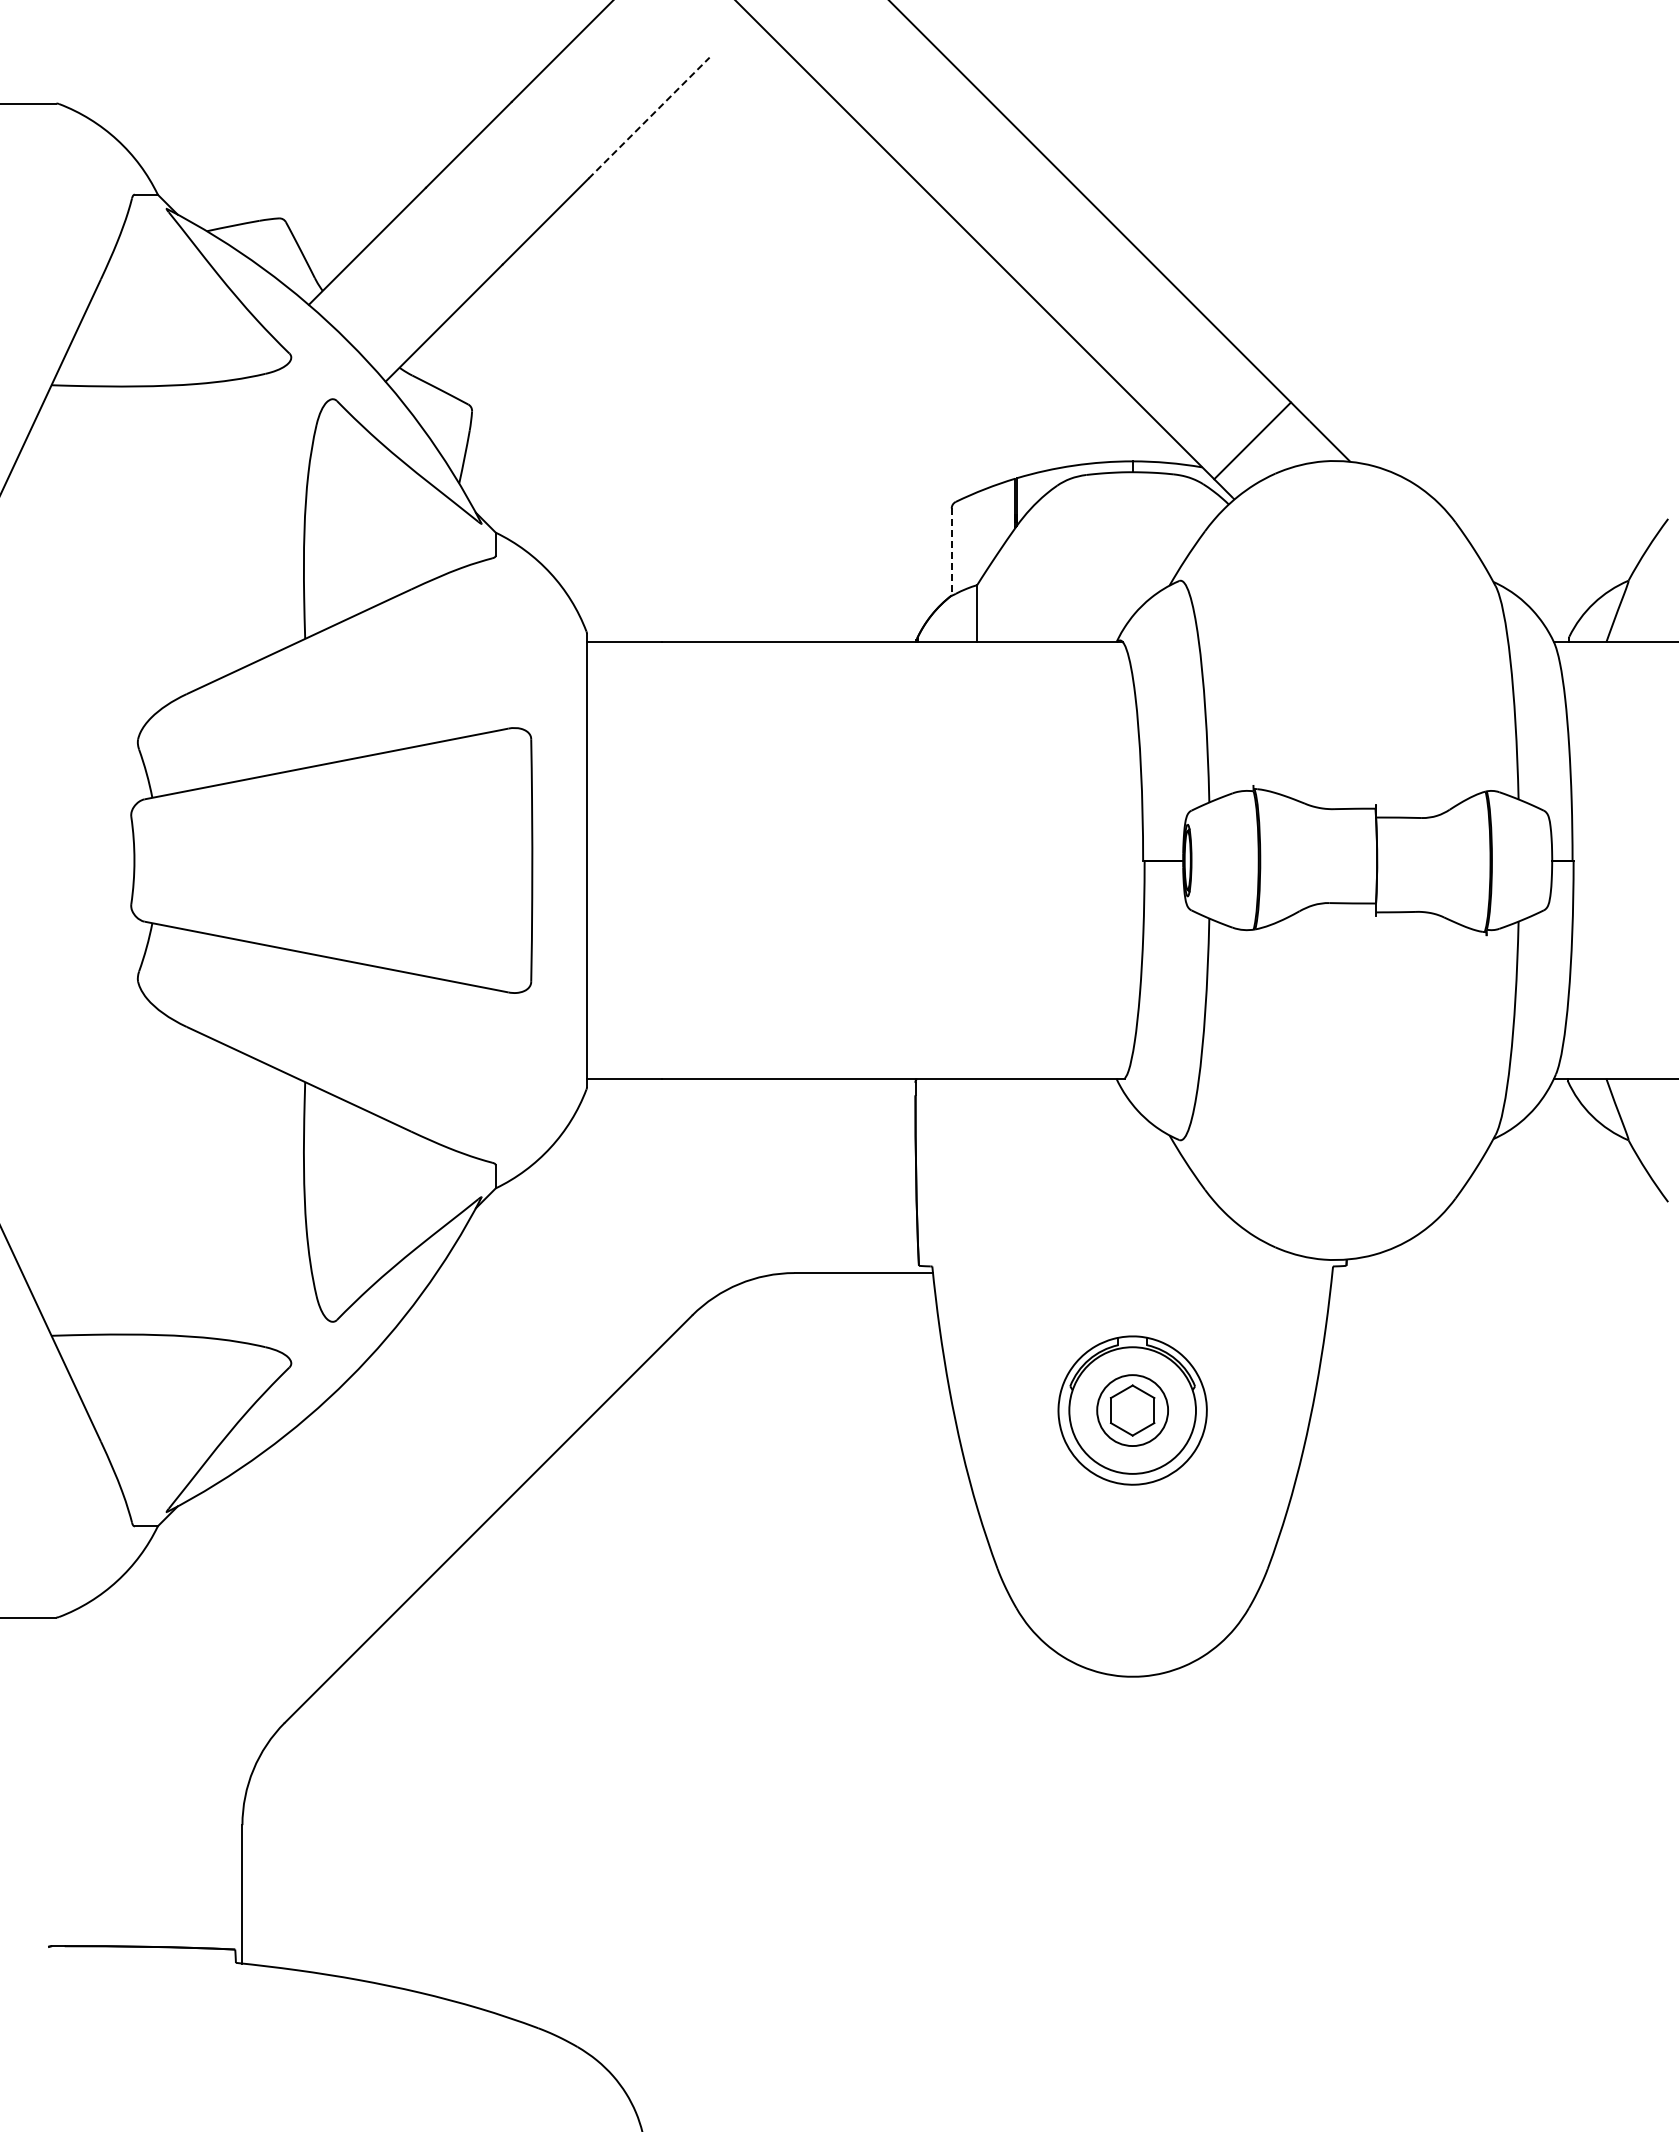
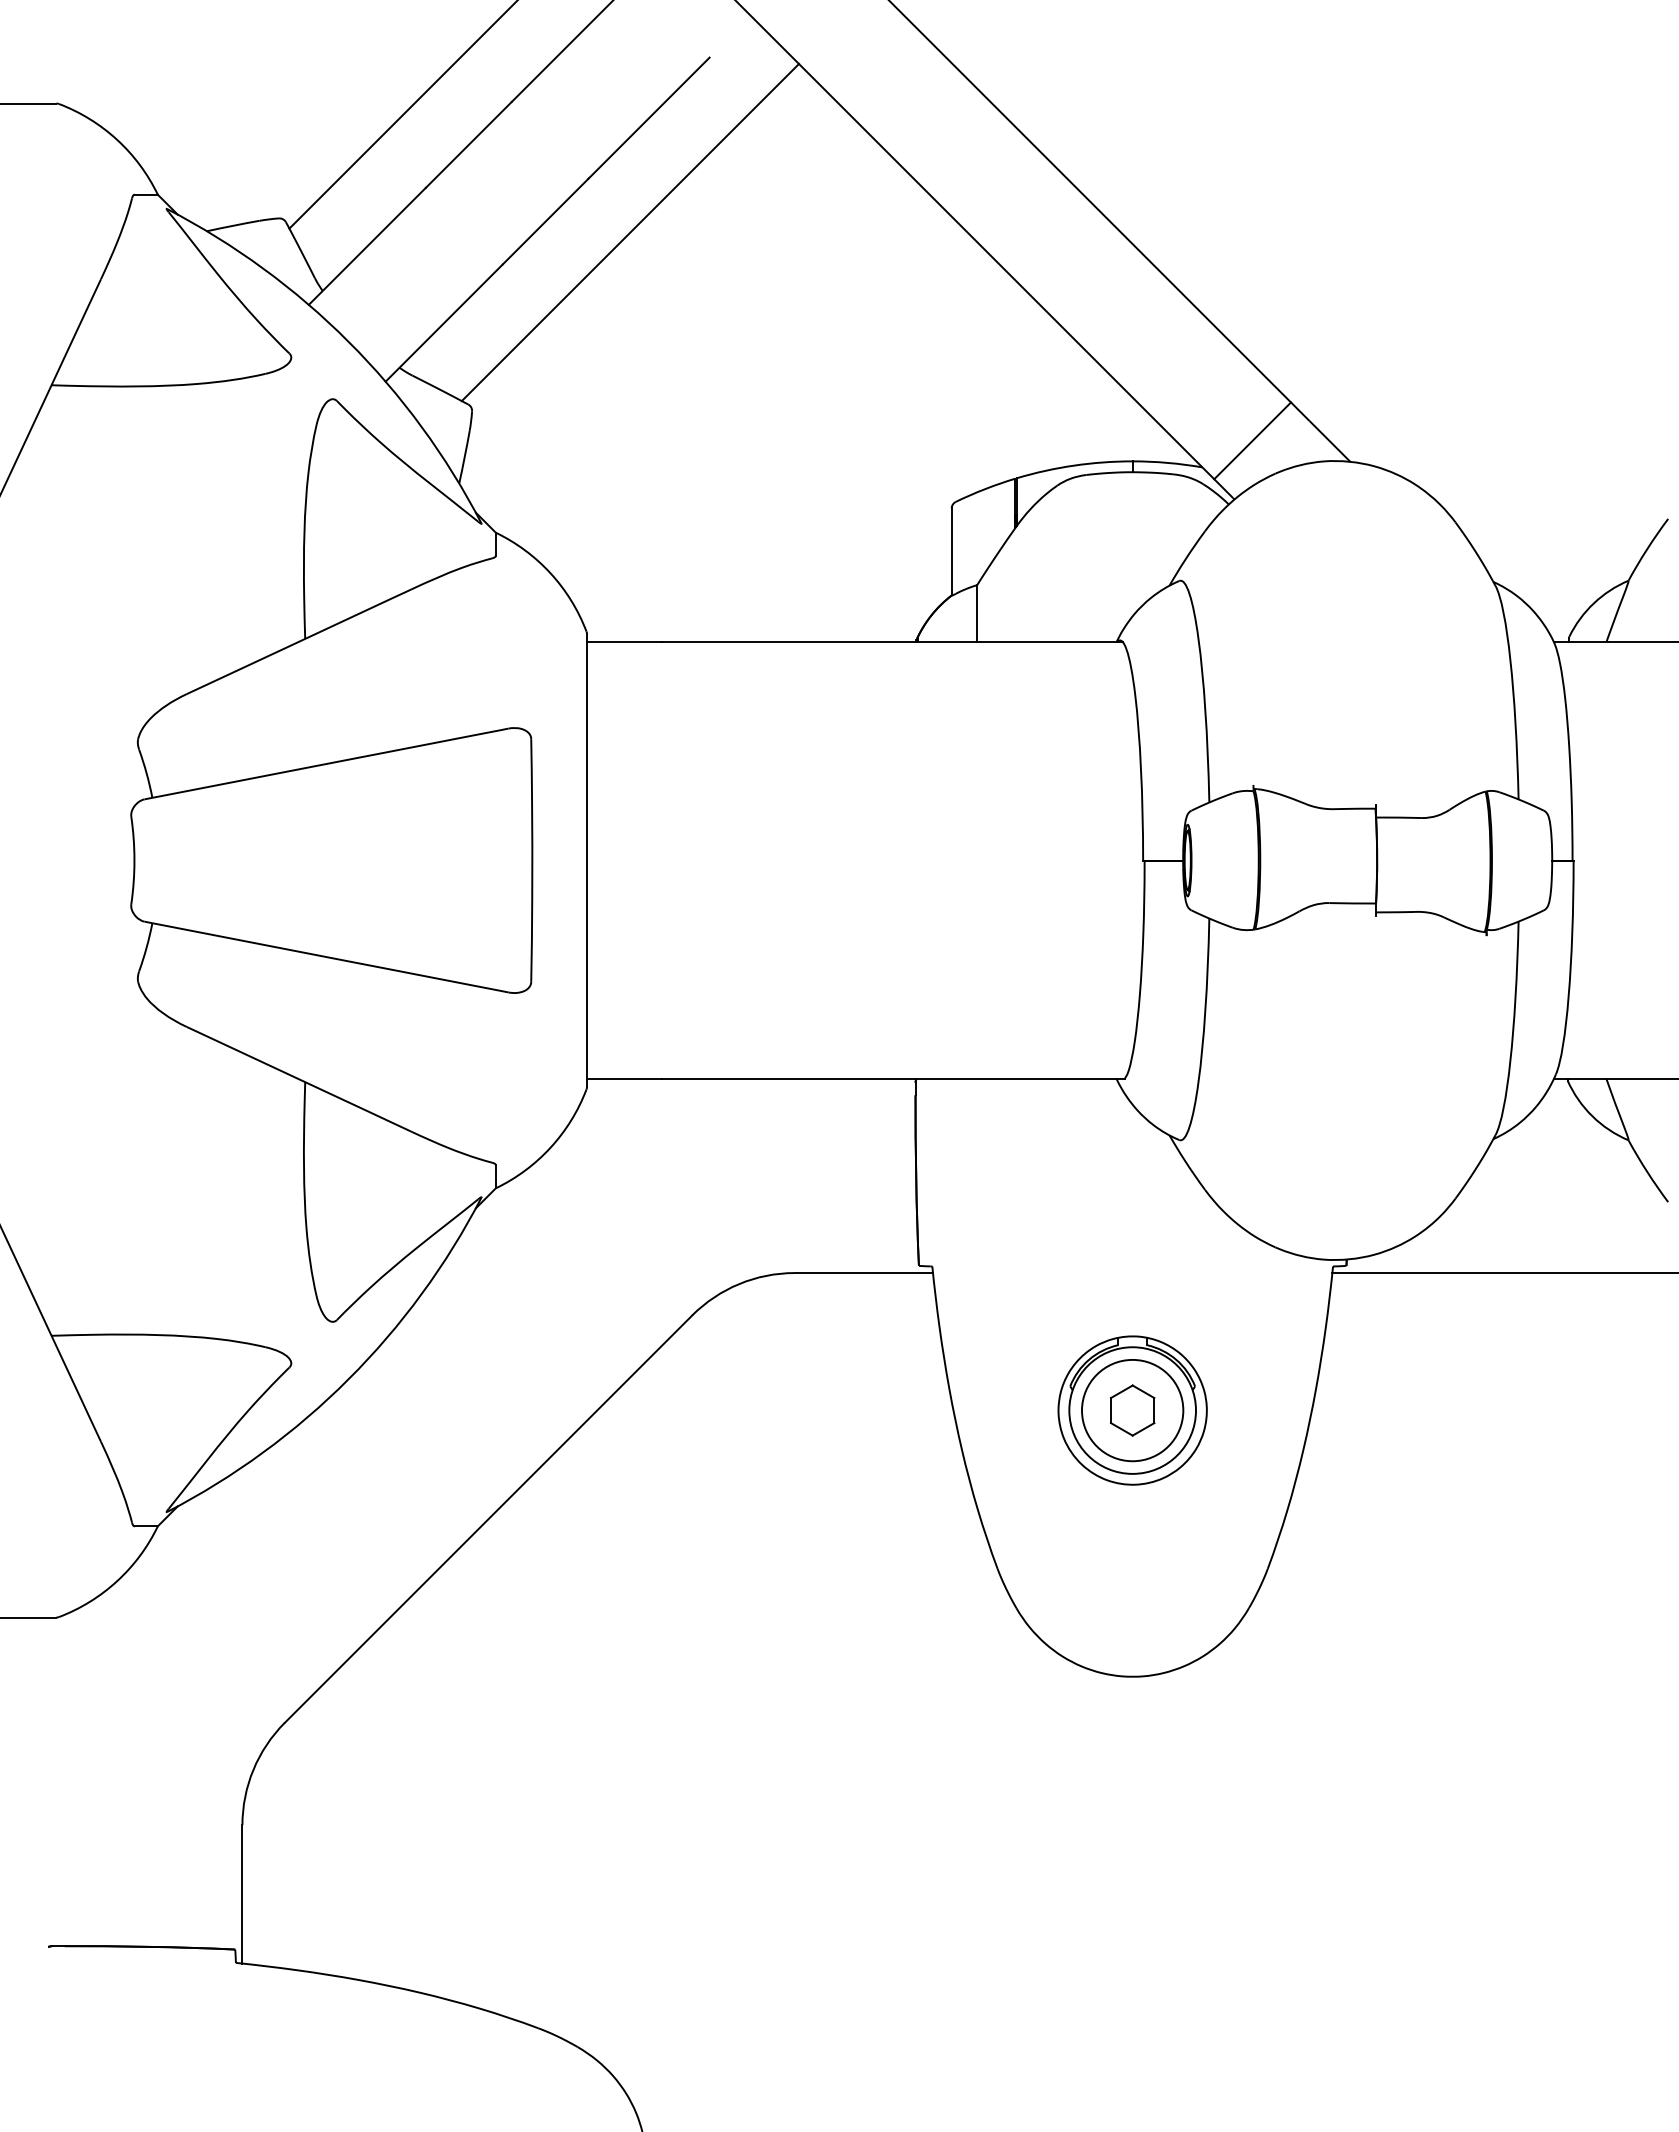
line at (402, 115): none -> present
line at (649, 118): dashed -> solid
line at (630, 232): none -> present
line at (951, 552): dashed -> solid
line at (1503, 1273): none -> present
circle at (1132, 1410) diameter: 71 px -> 101 px
